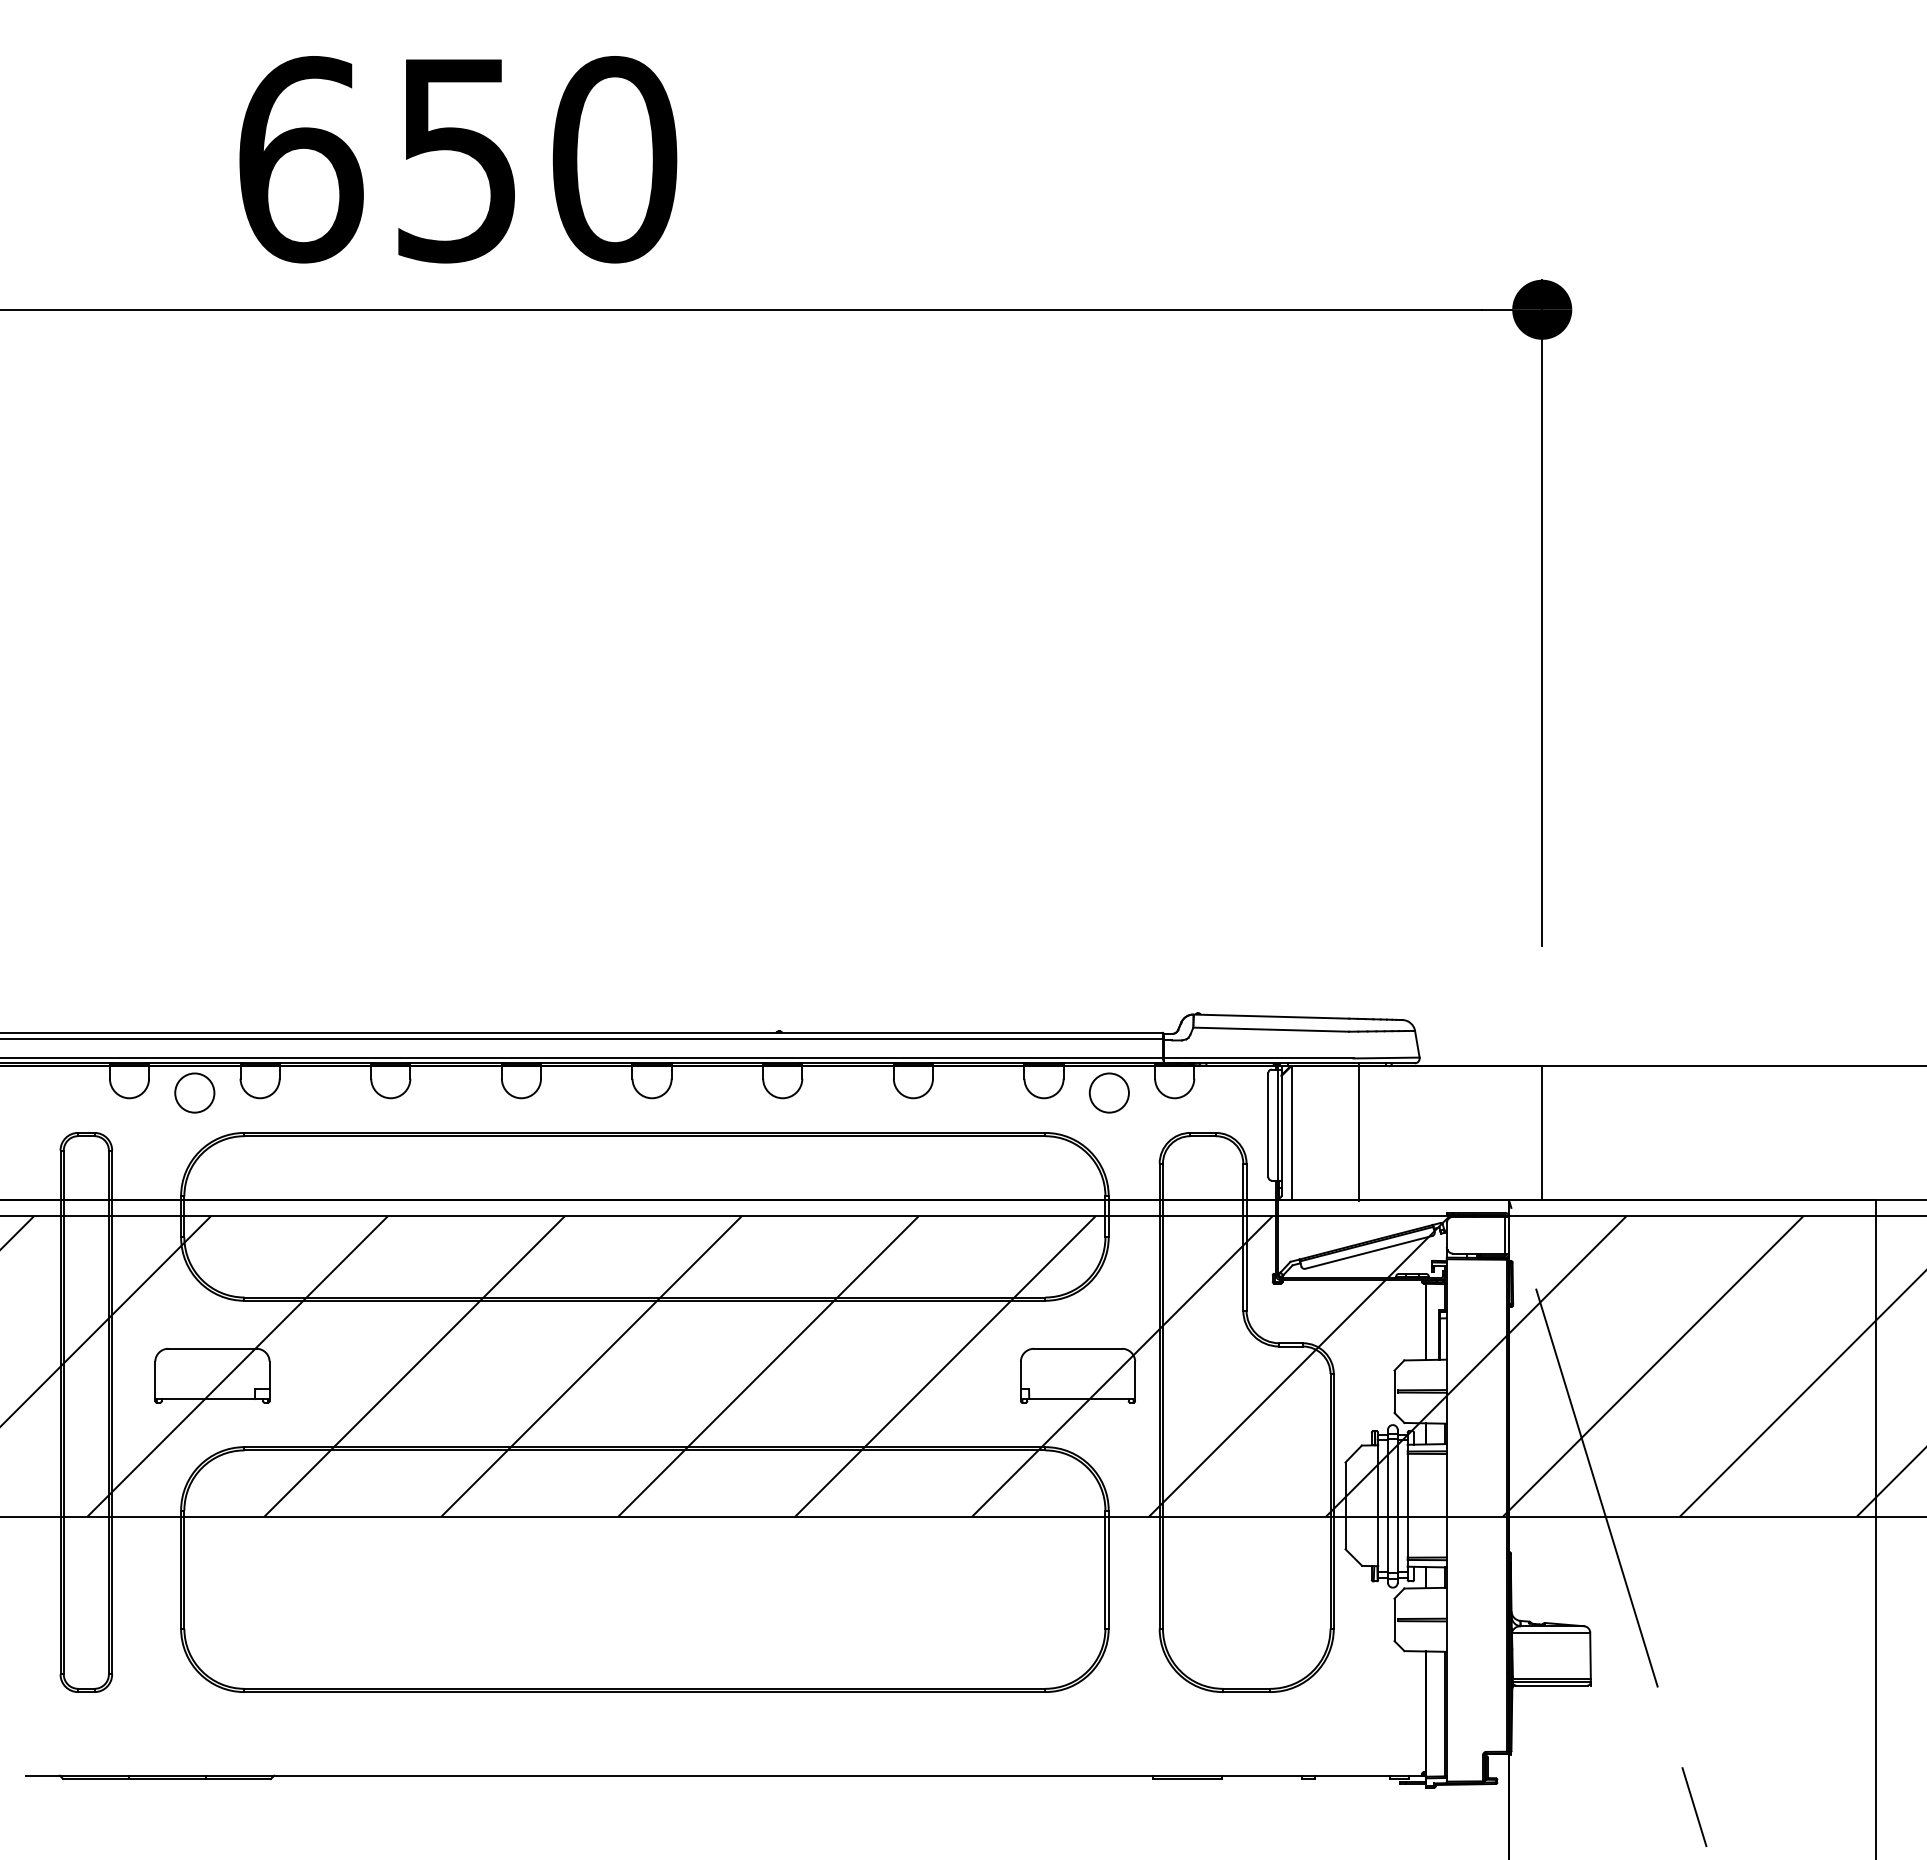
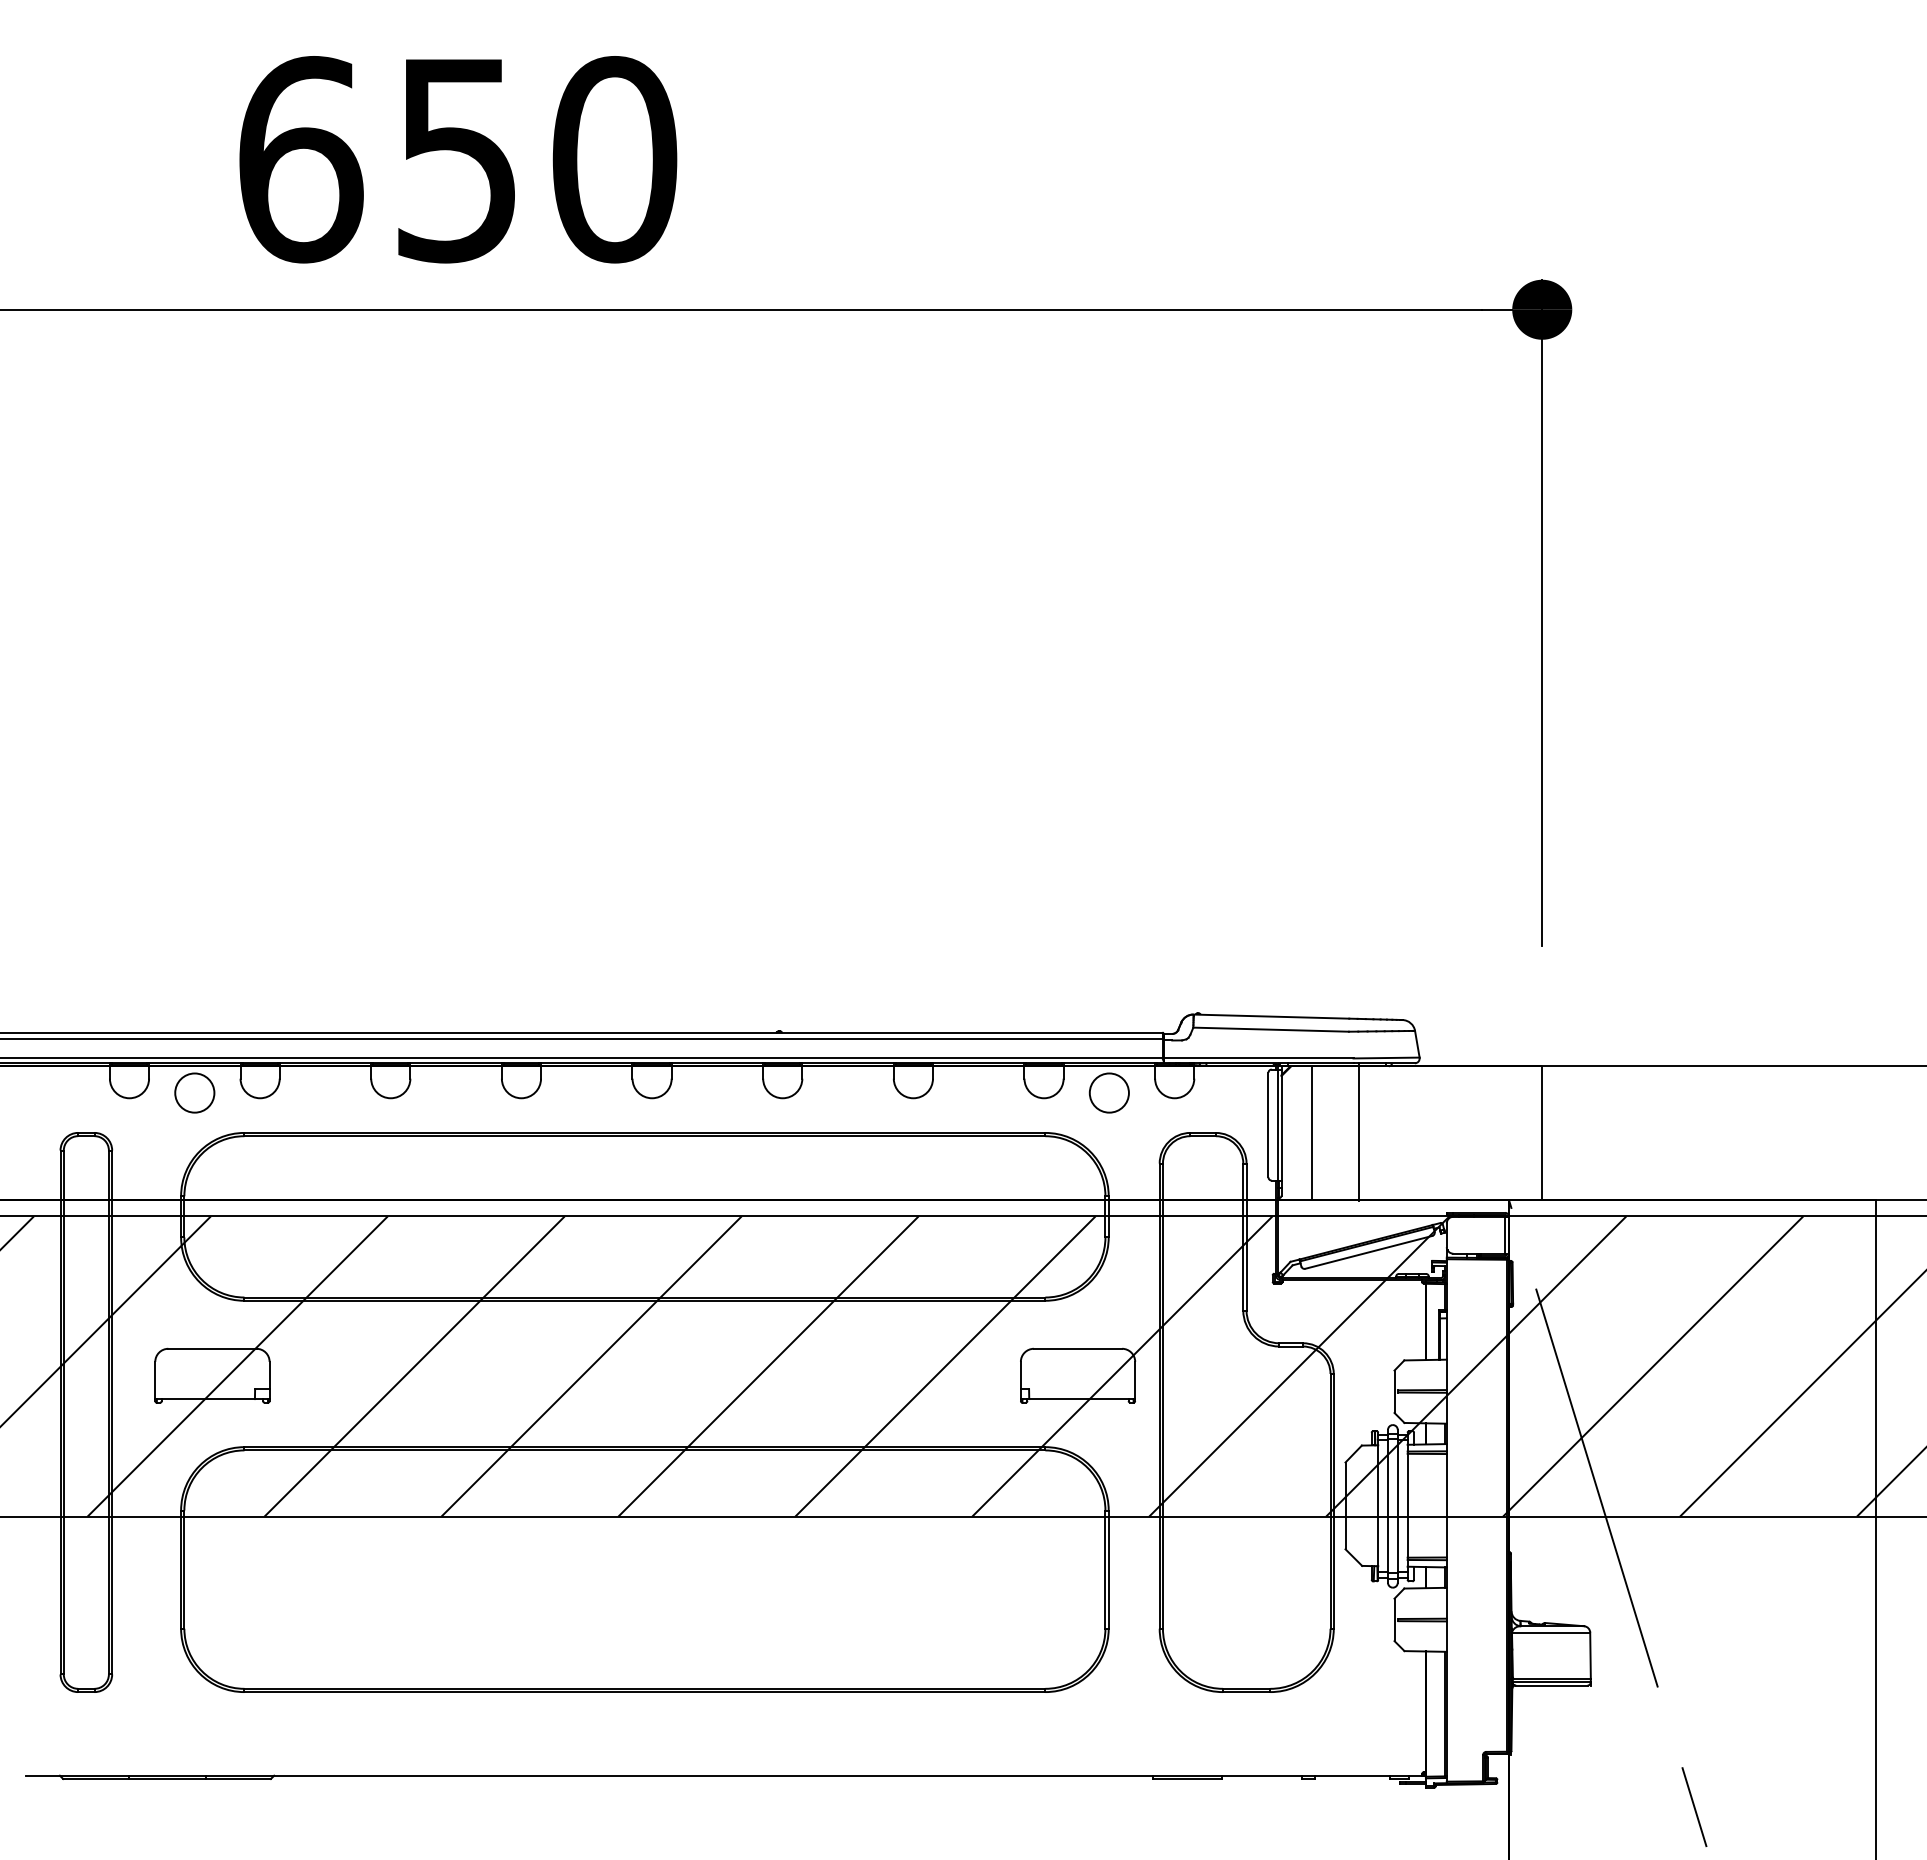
line at (1292, 1132) position: (1292, 1132) -> (1312, 1132)
